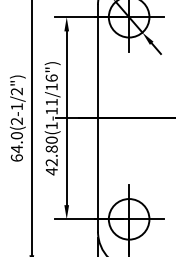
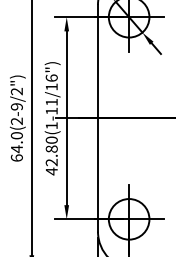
text at (16, 106): 64.0(2-1/2") -> 64.0(2-9/2")
